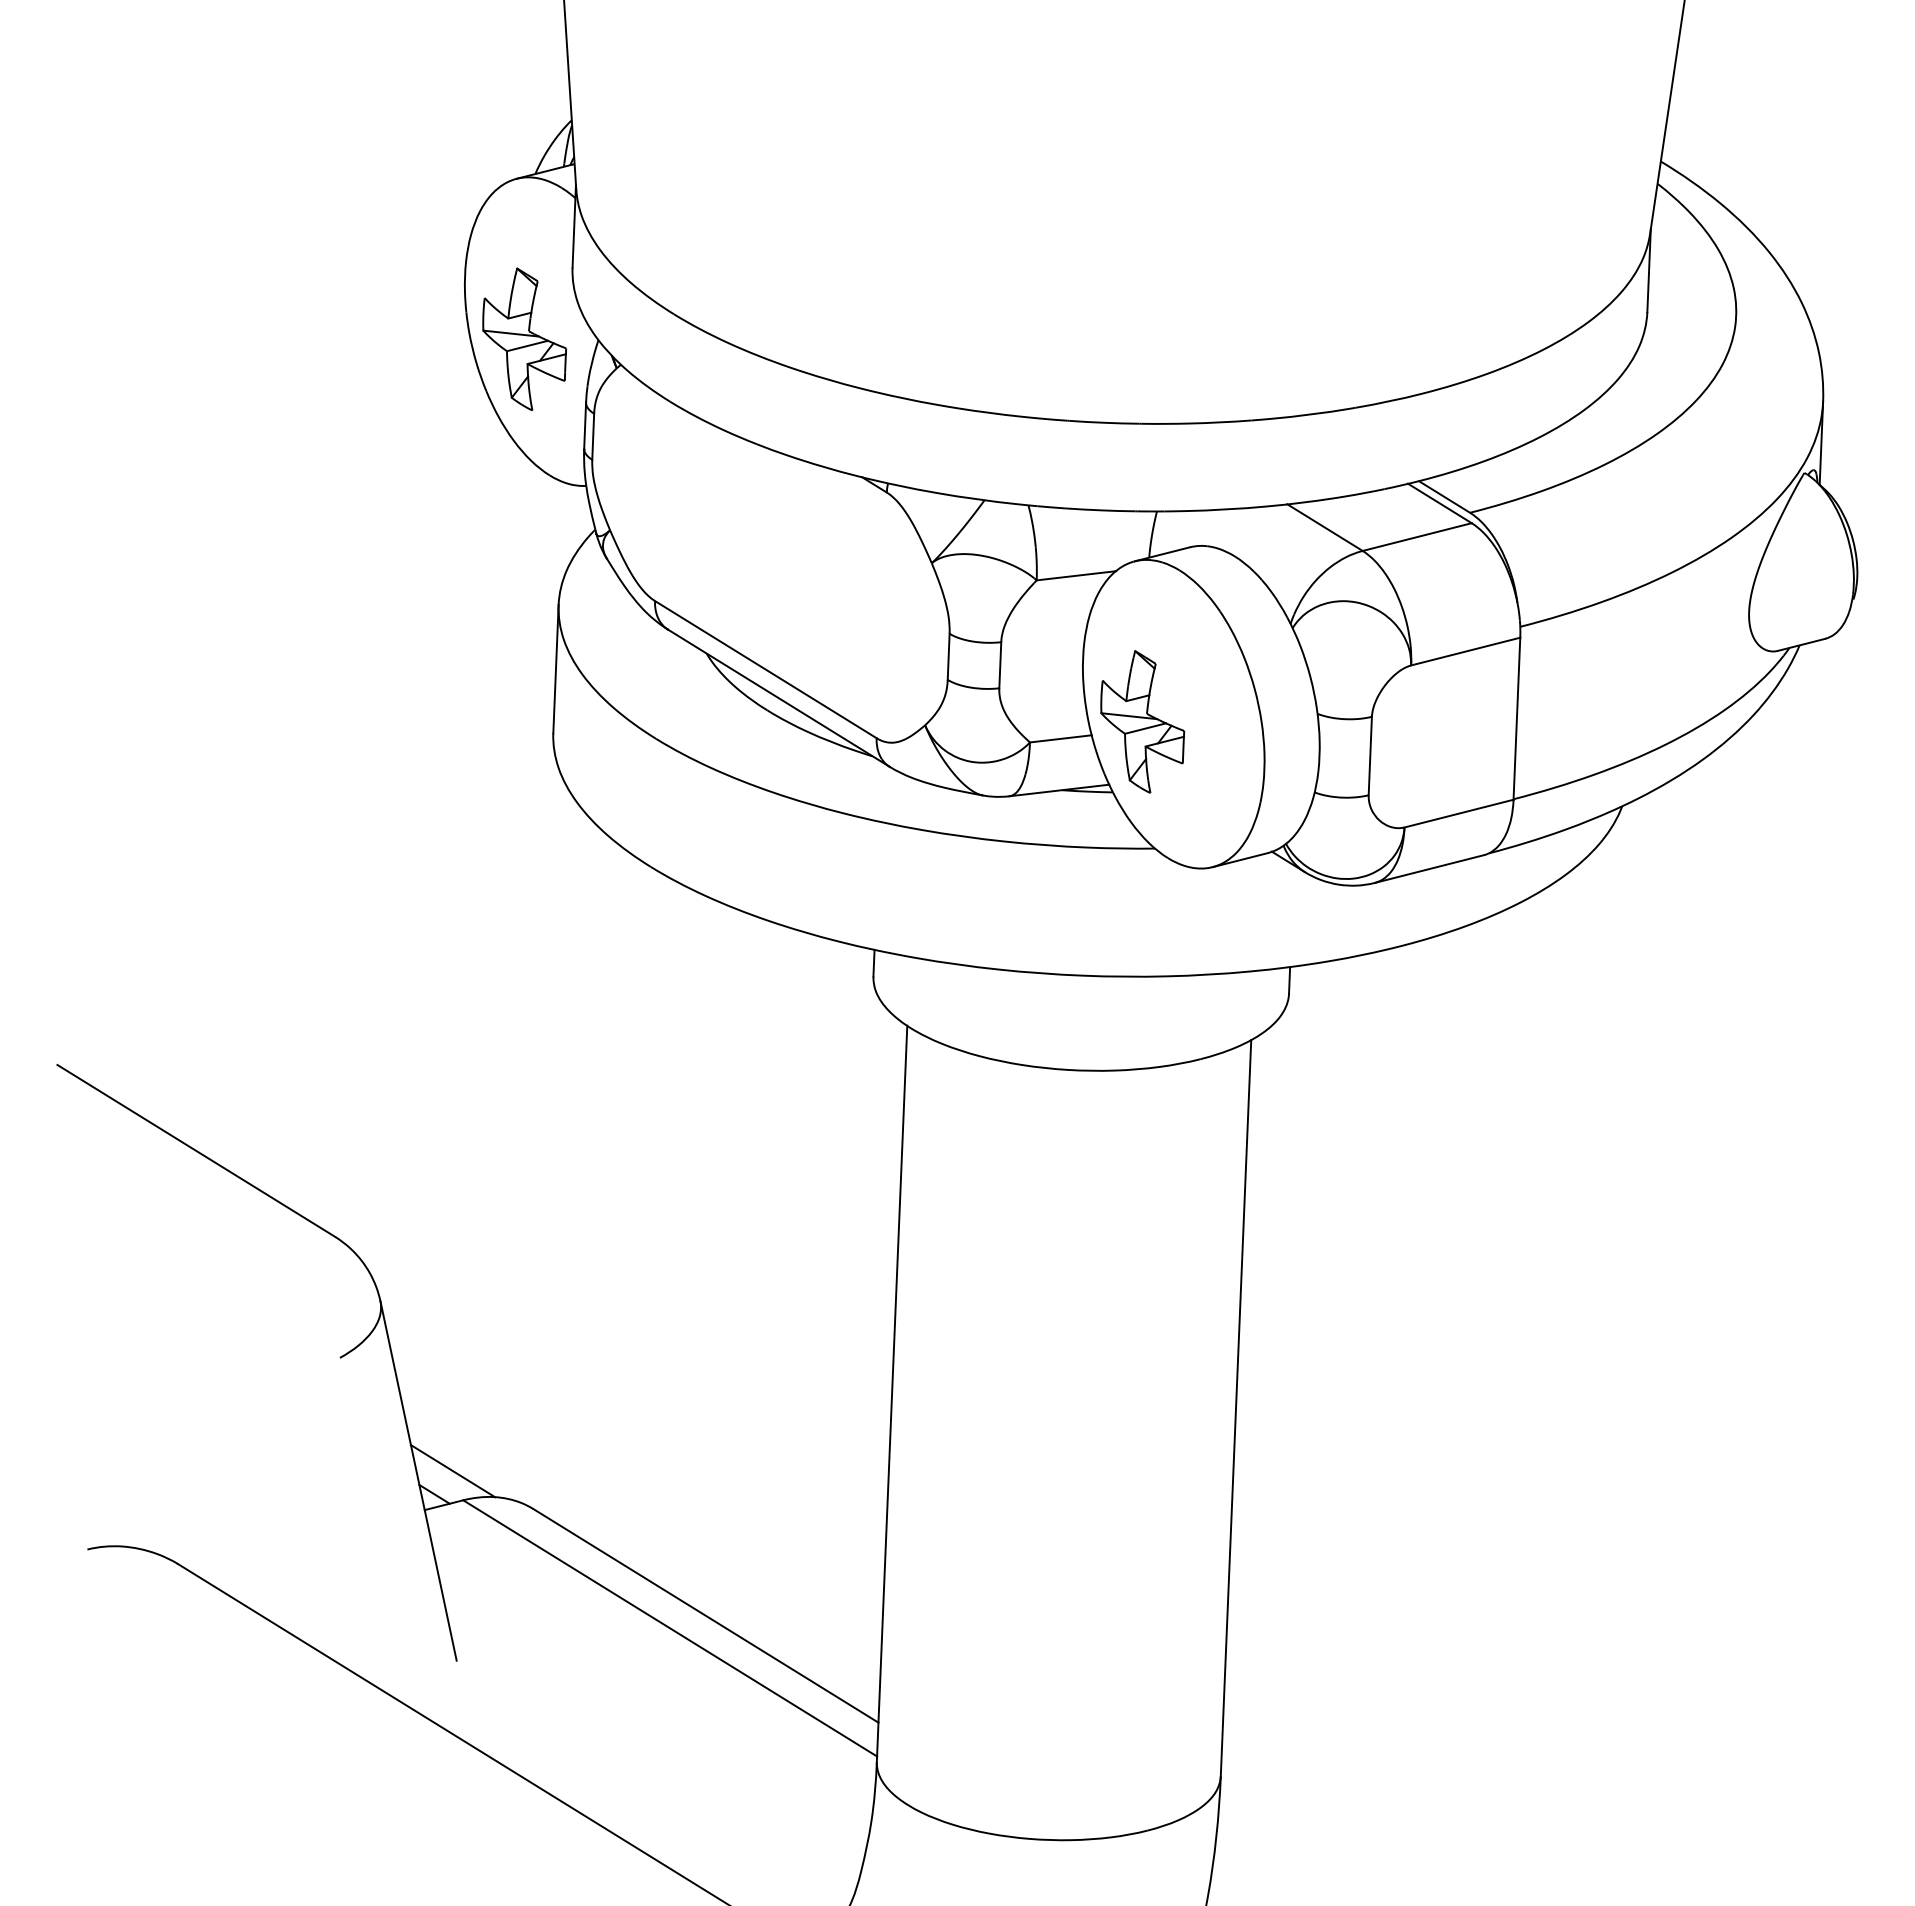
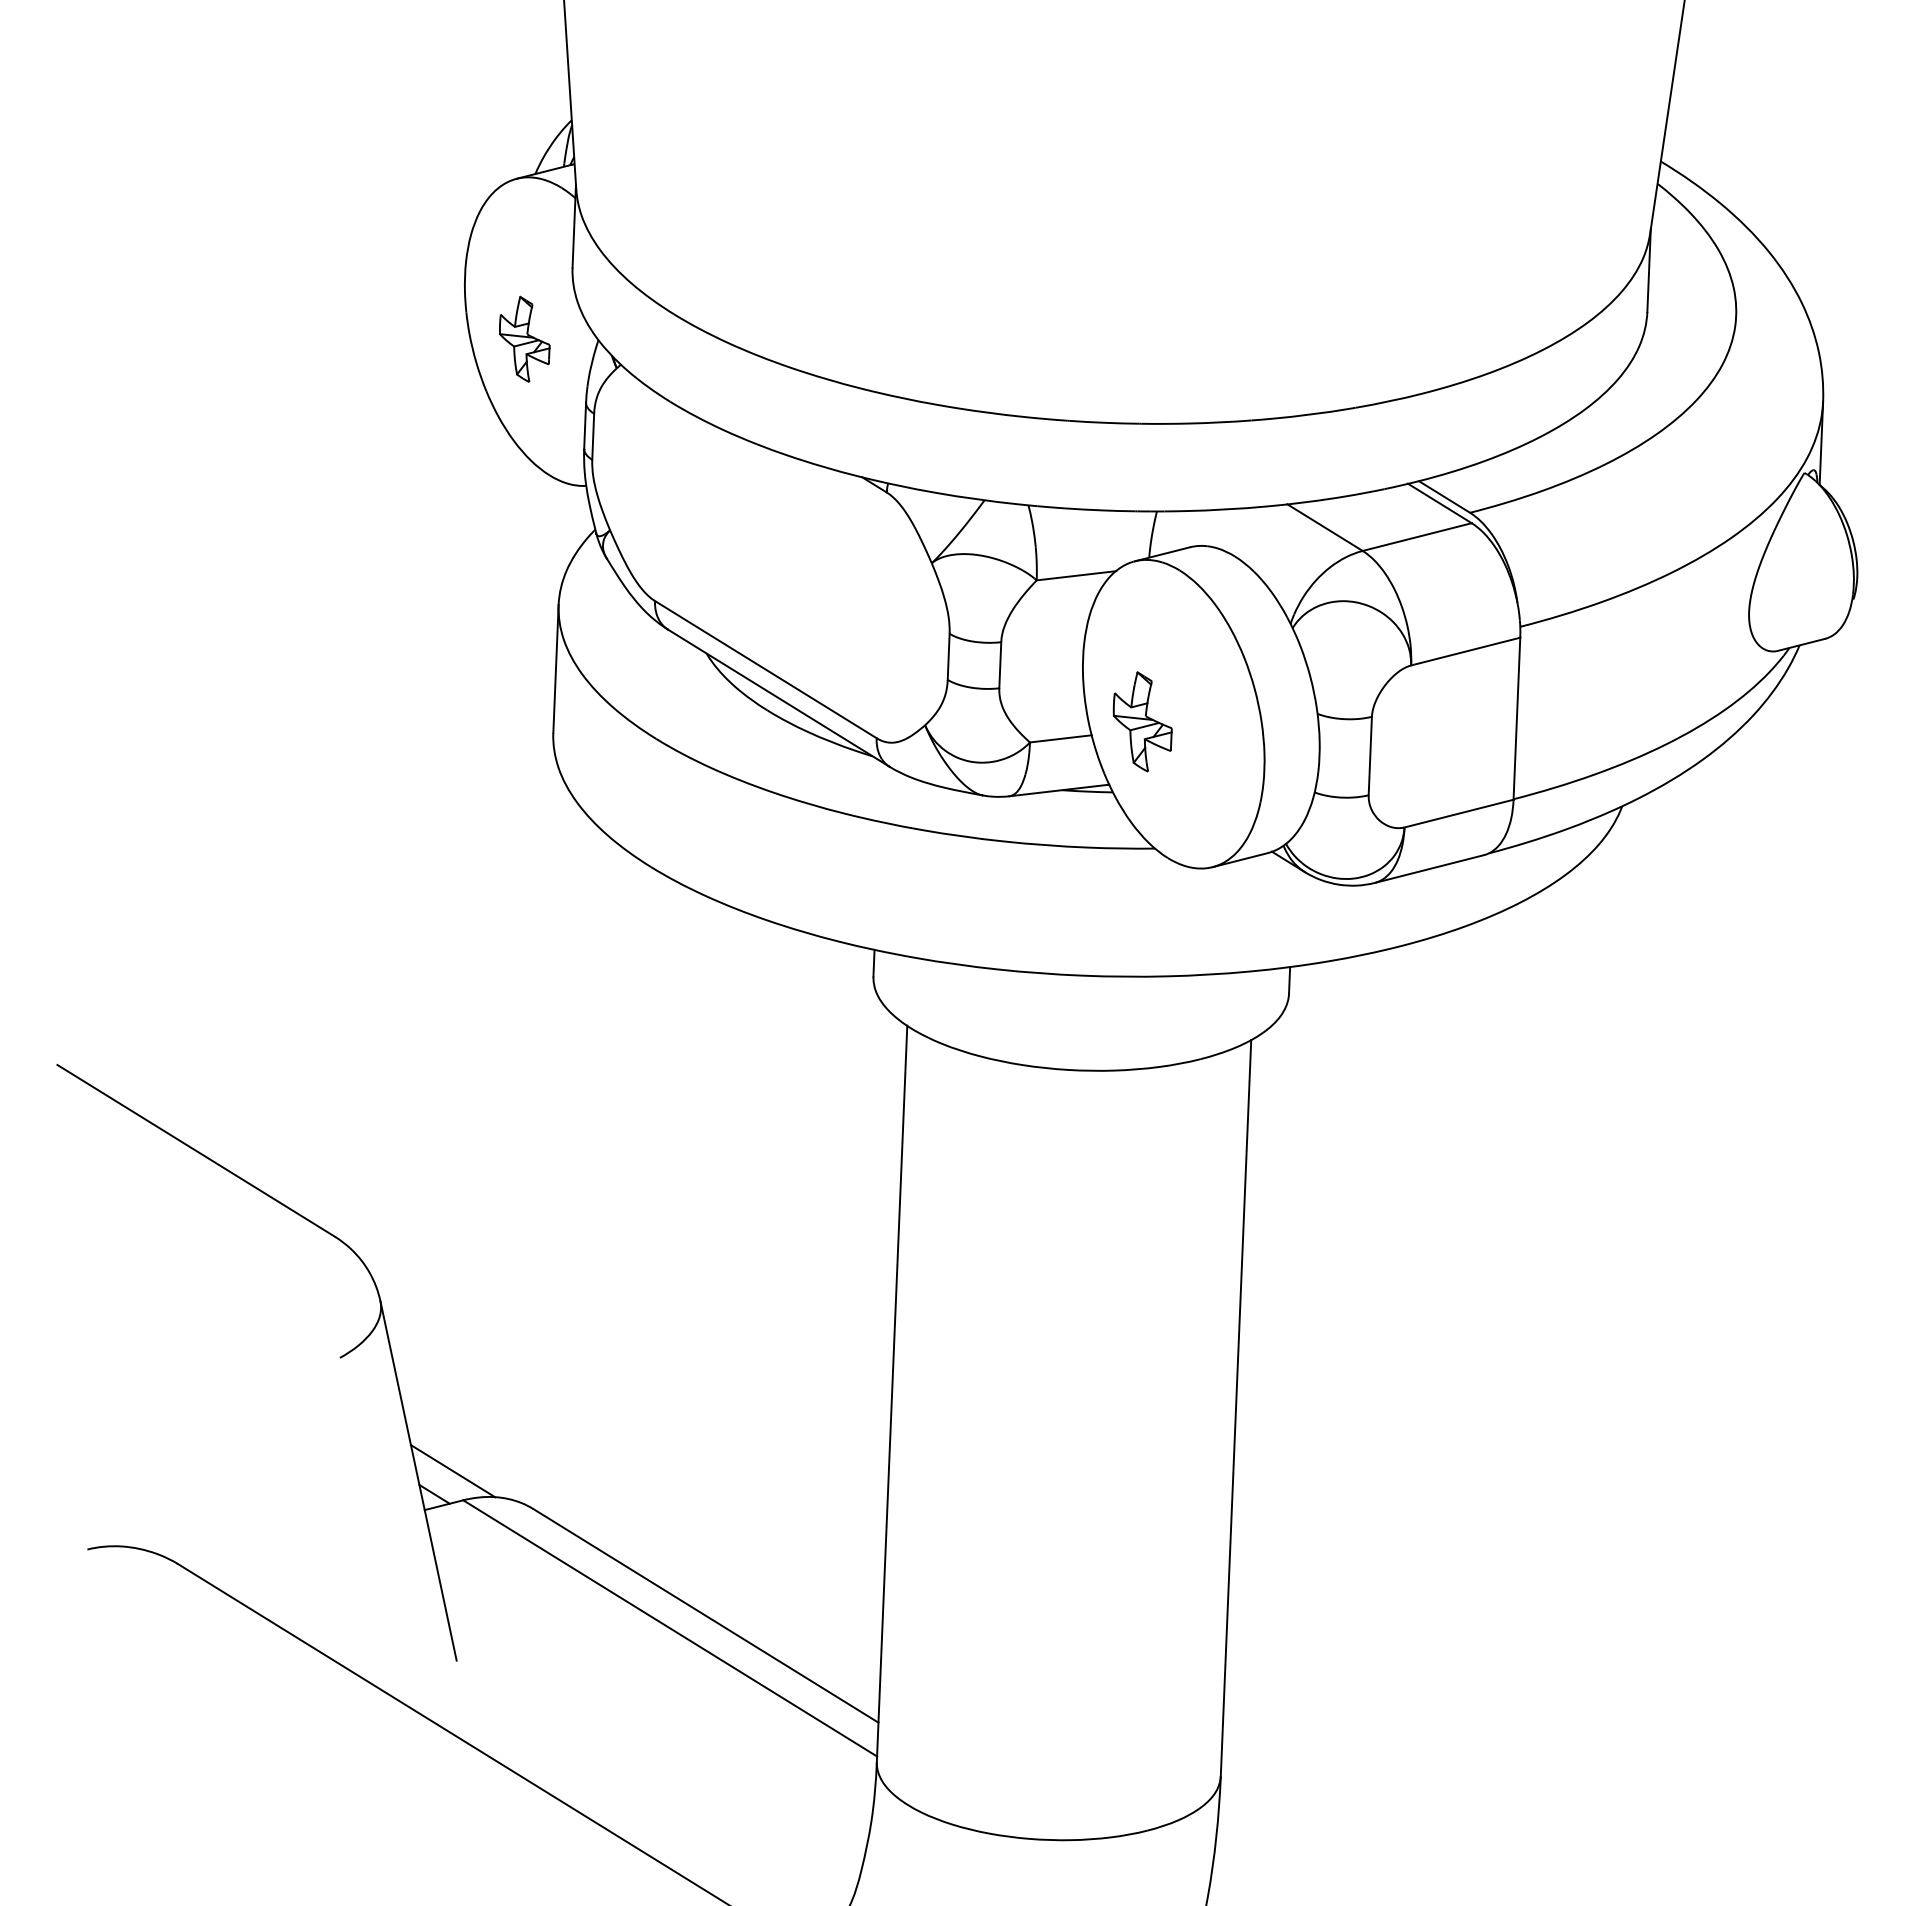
part at (524, 339) size: 86x145 px -> 52x88 px
part at (1142, 721) size: 86x144 px -> 61x102 px
